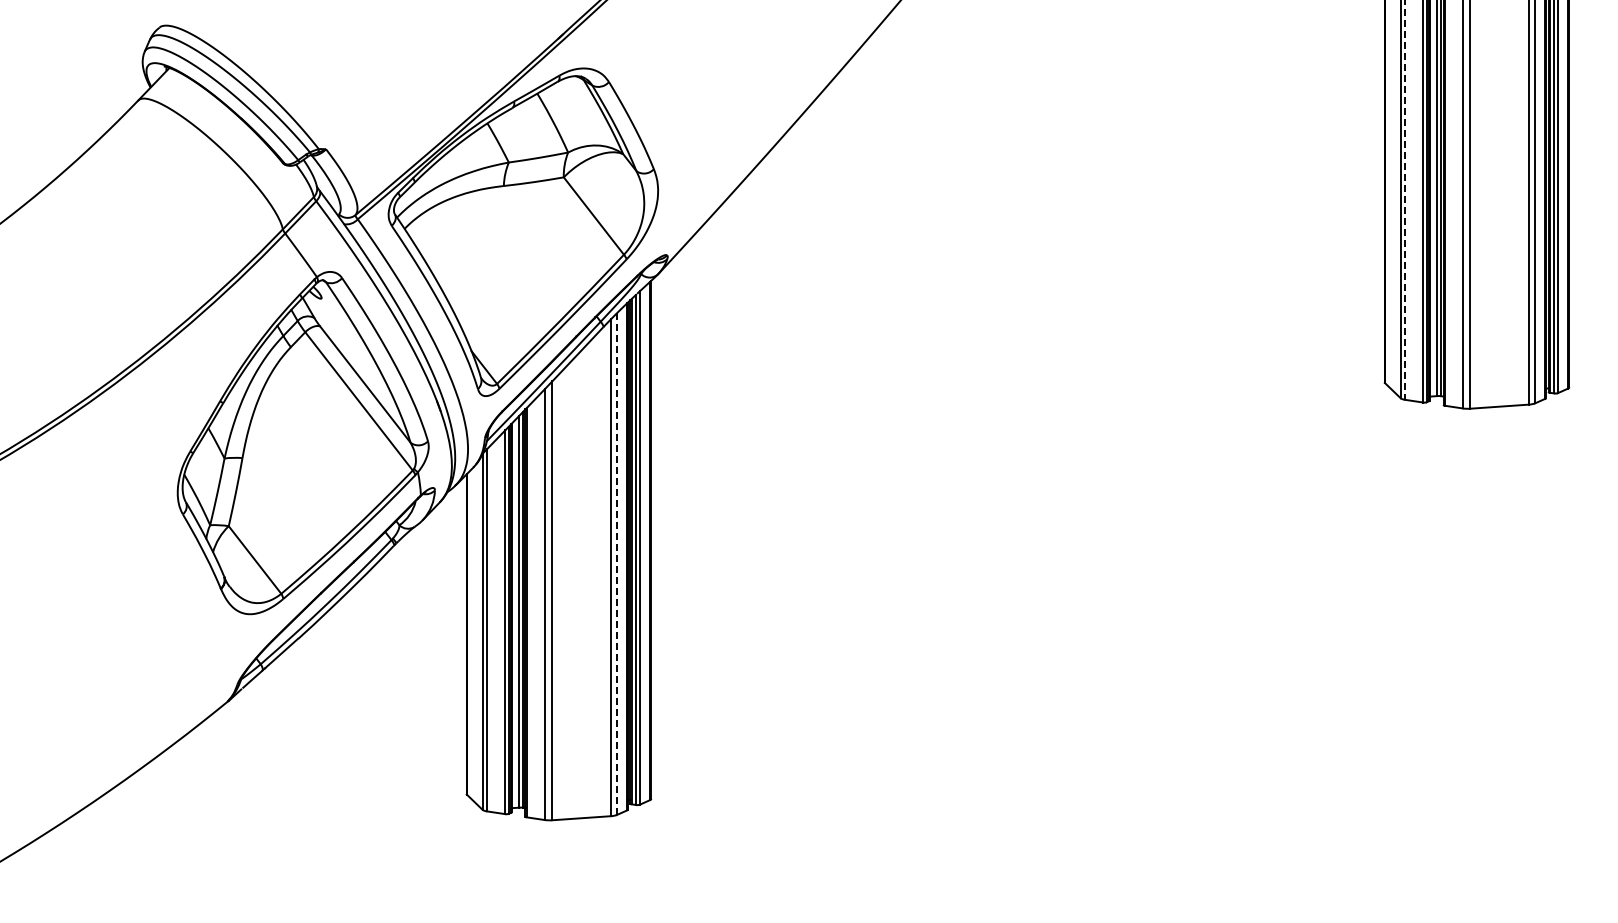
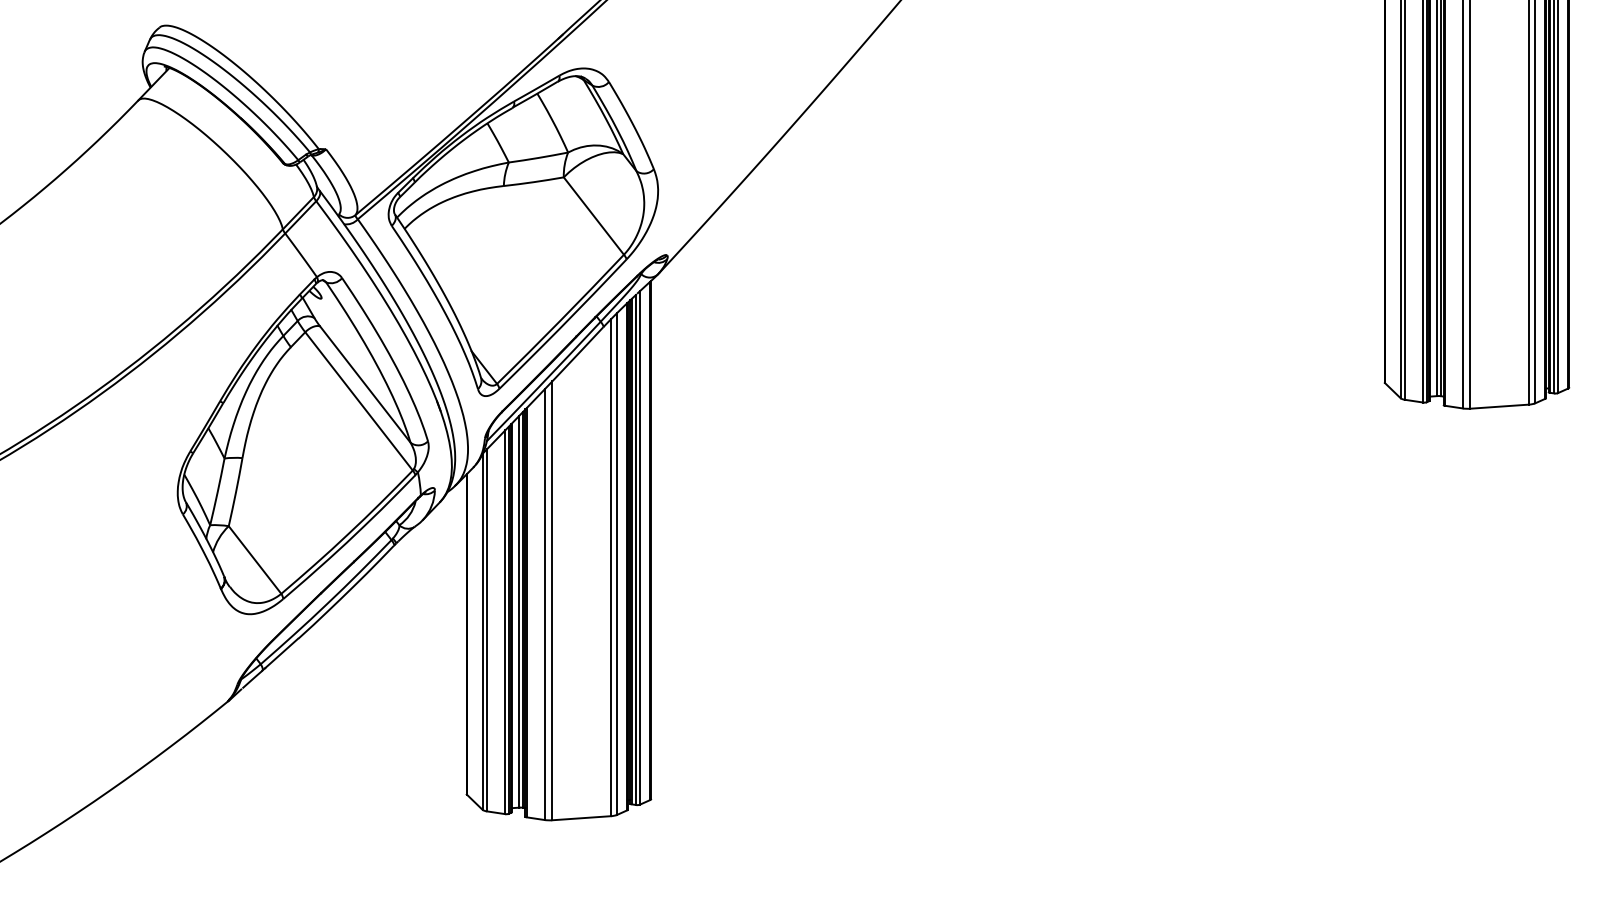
line at (1405, 200): dashed -> solid
line at (616, 564): dashed -> solid
